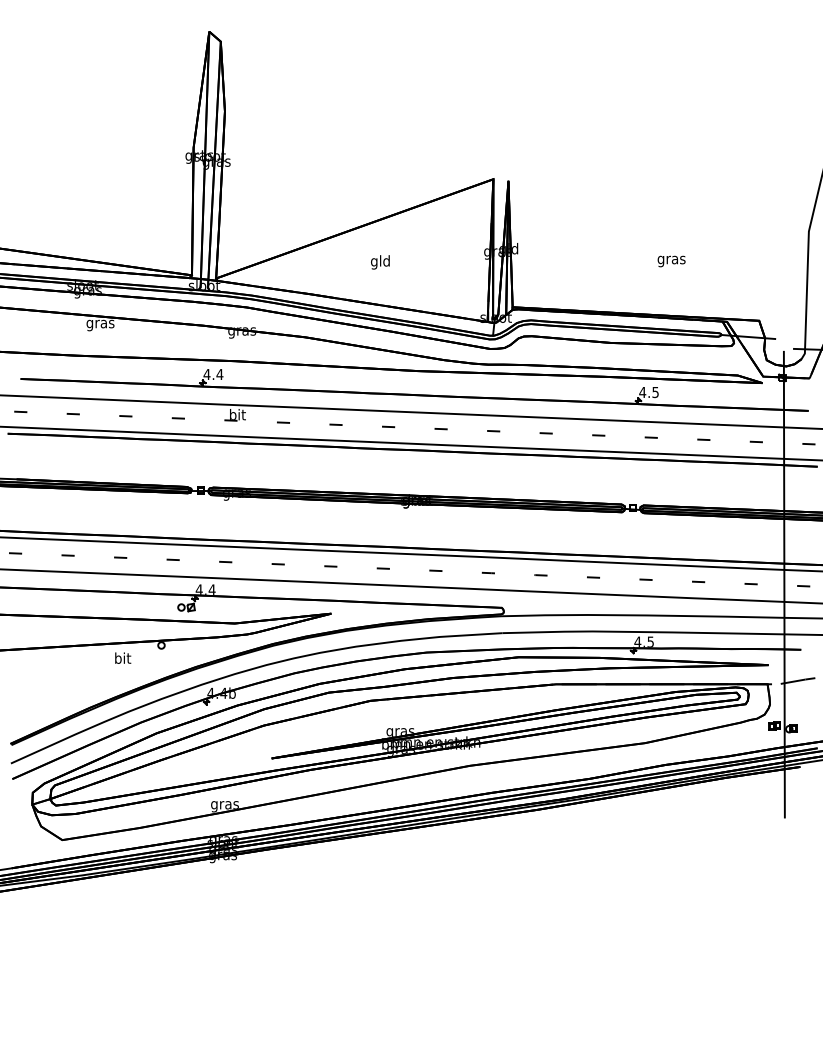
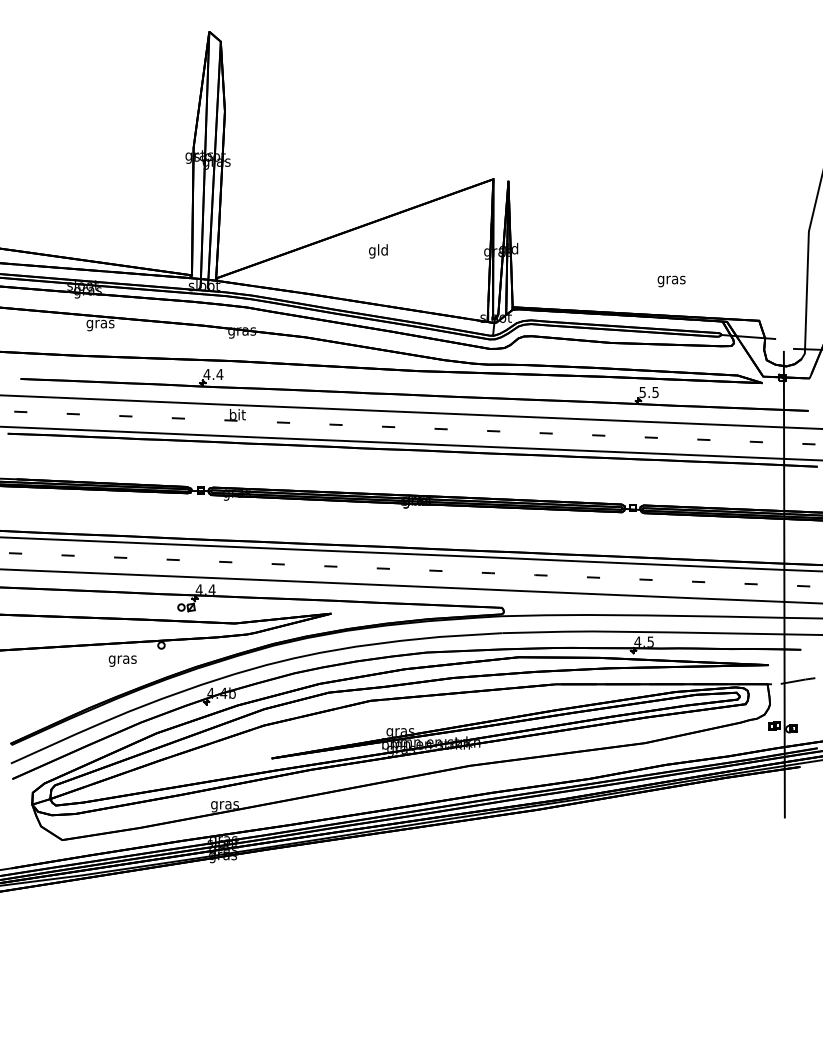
text at (671, 261) position: (671, 261) -> (671, 281)
text at (380, 262) position: (380, 262) -> (378, 251)
text at (642, 392): 4.5 -> 5.5
text at (122, 659): bit -> gras
